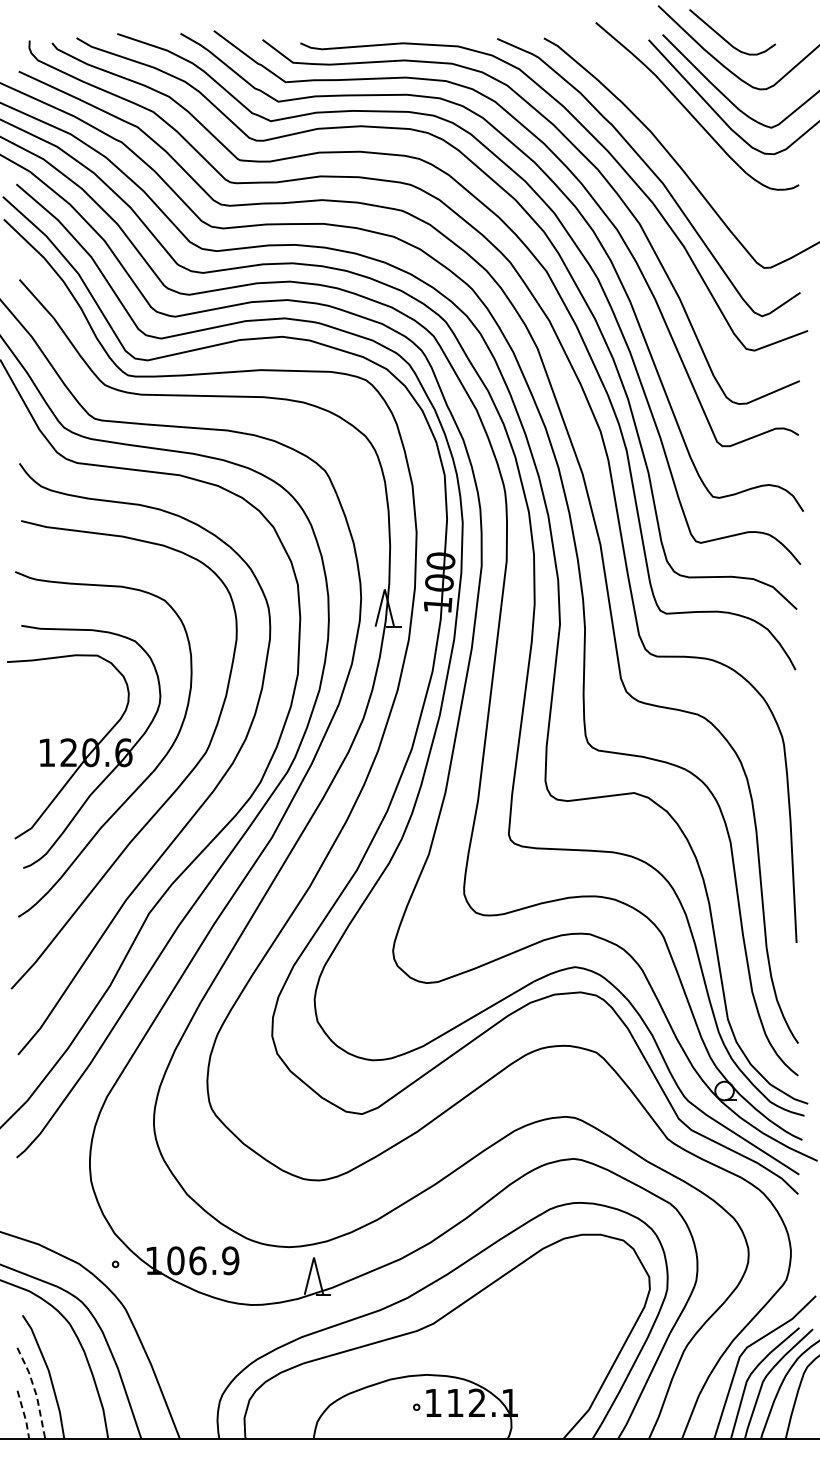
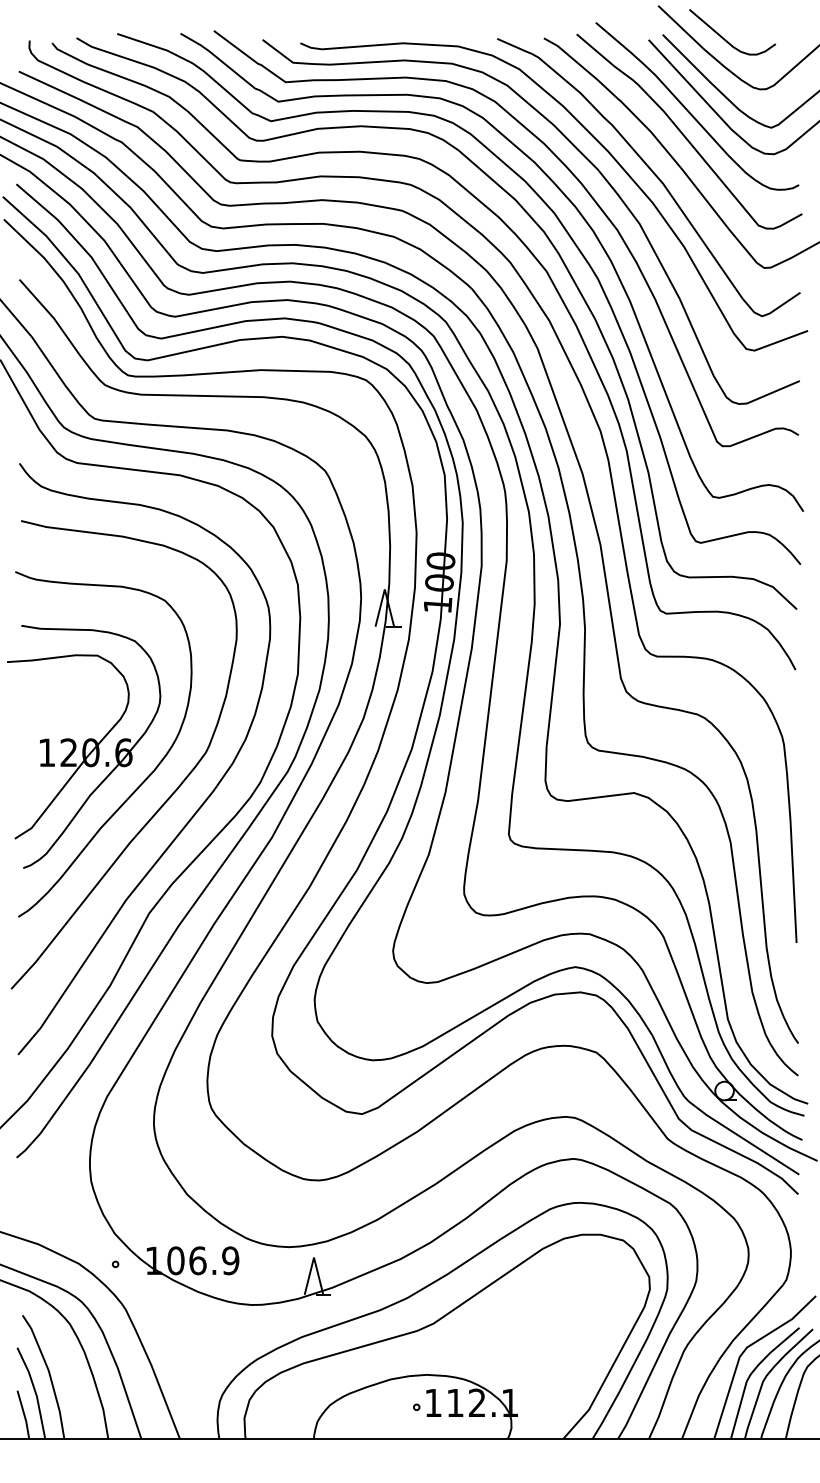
curve at (685, 135): none -> present
line at (35, 1391): dashed -> solid
line at (24, 1415): dashed -> solid
